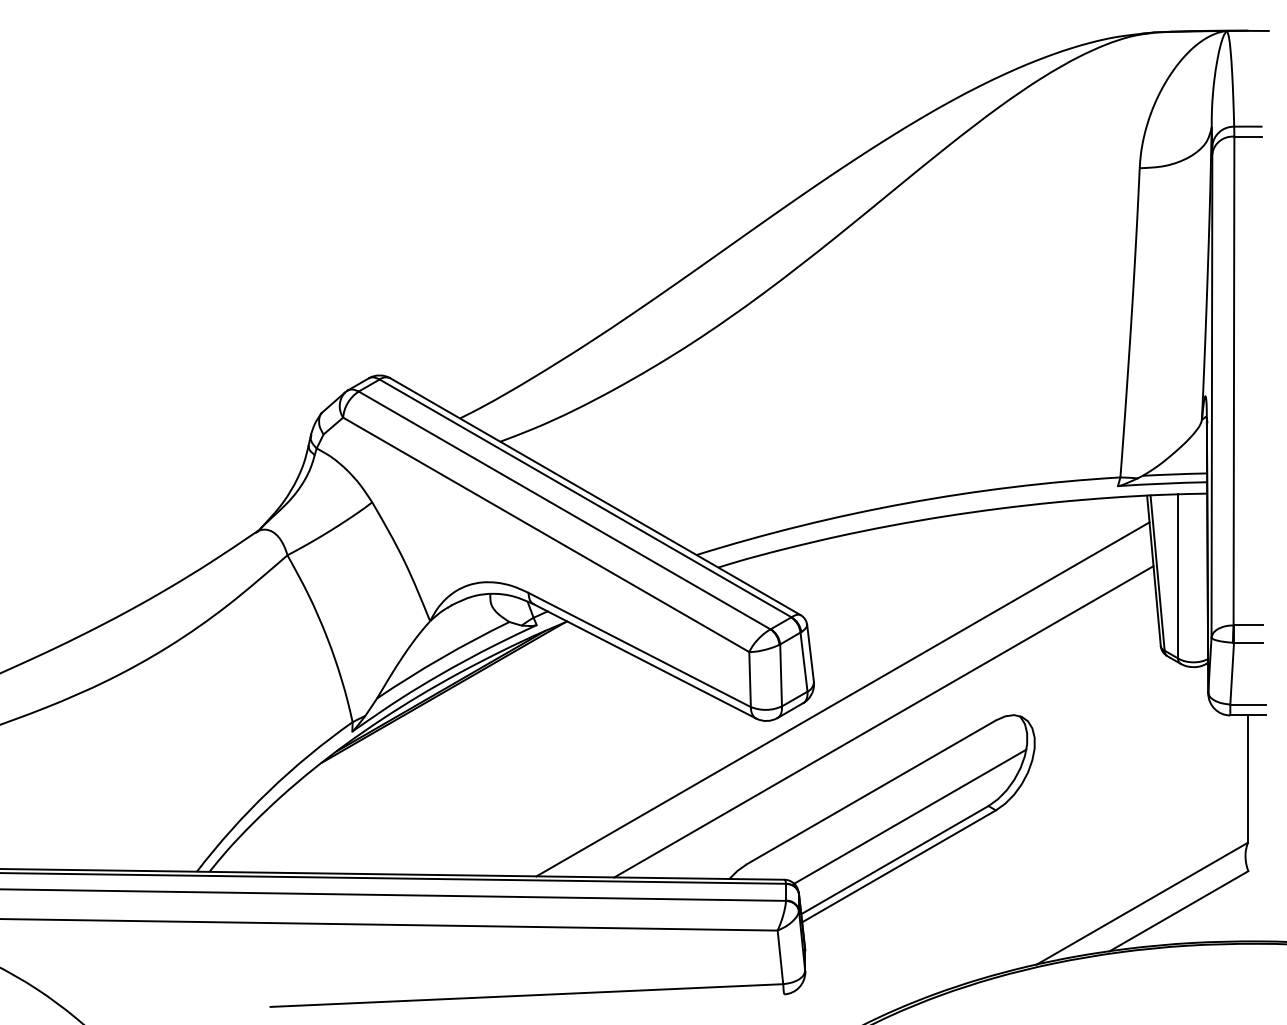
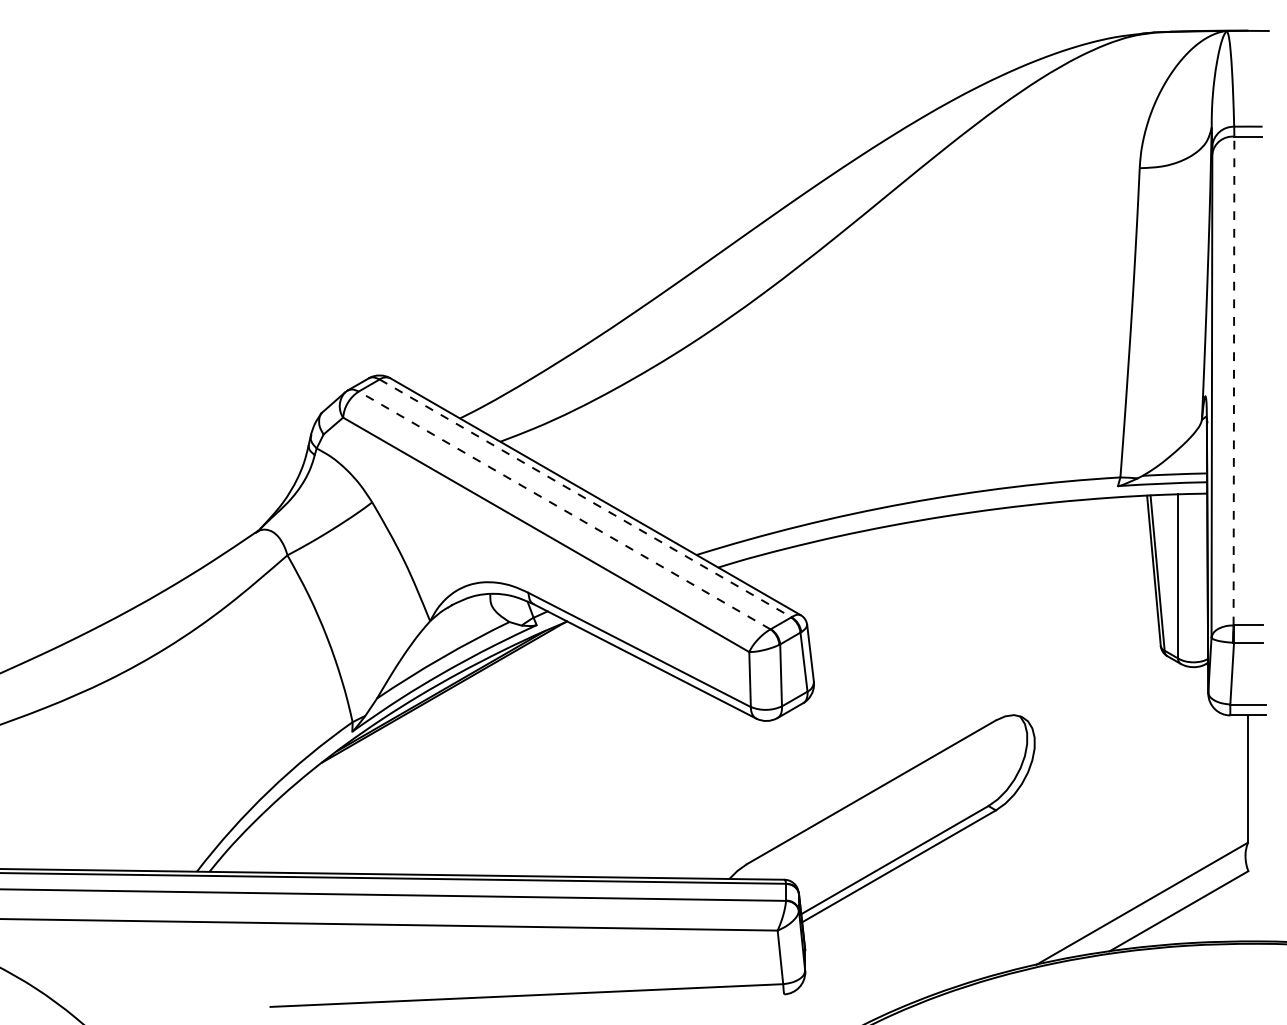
line at (1233, 380): solid -> dashed
line at (585, 498): solid -> dashed
line at (564, 510): solid -> dashed
line at (842, 699): present -> none
line at (883, 721): present -> none
line at (909, 816): present -> none
